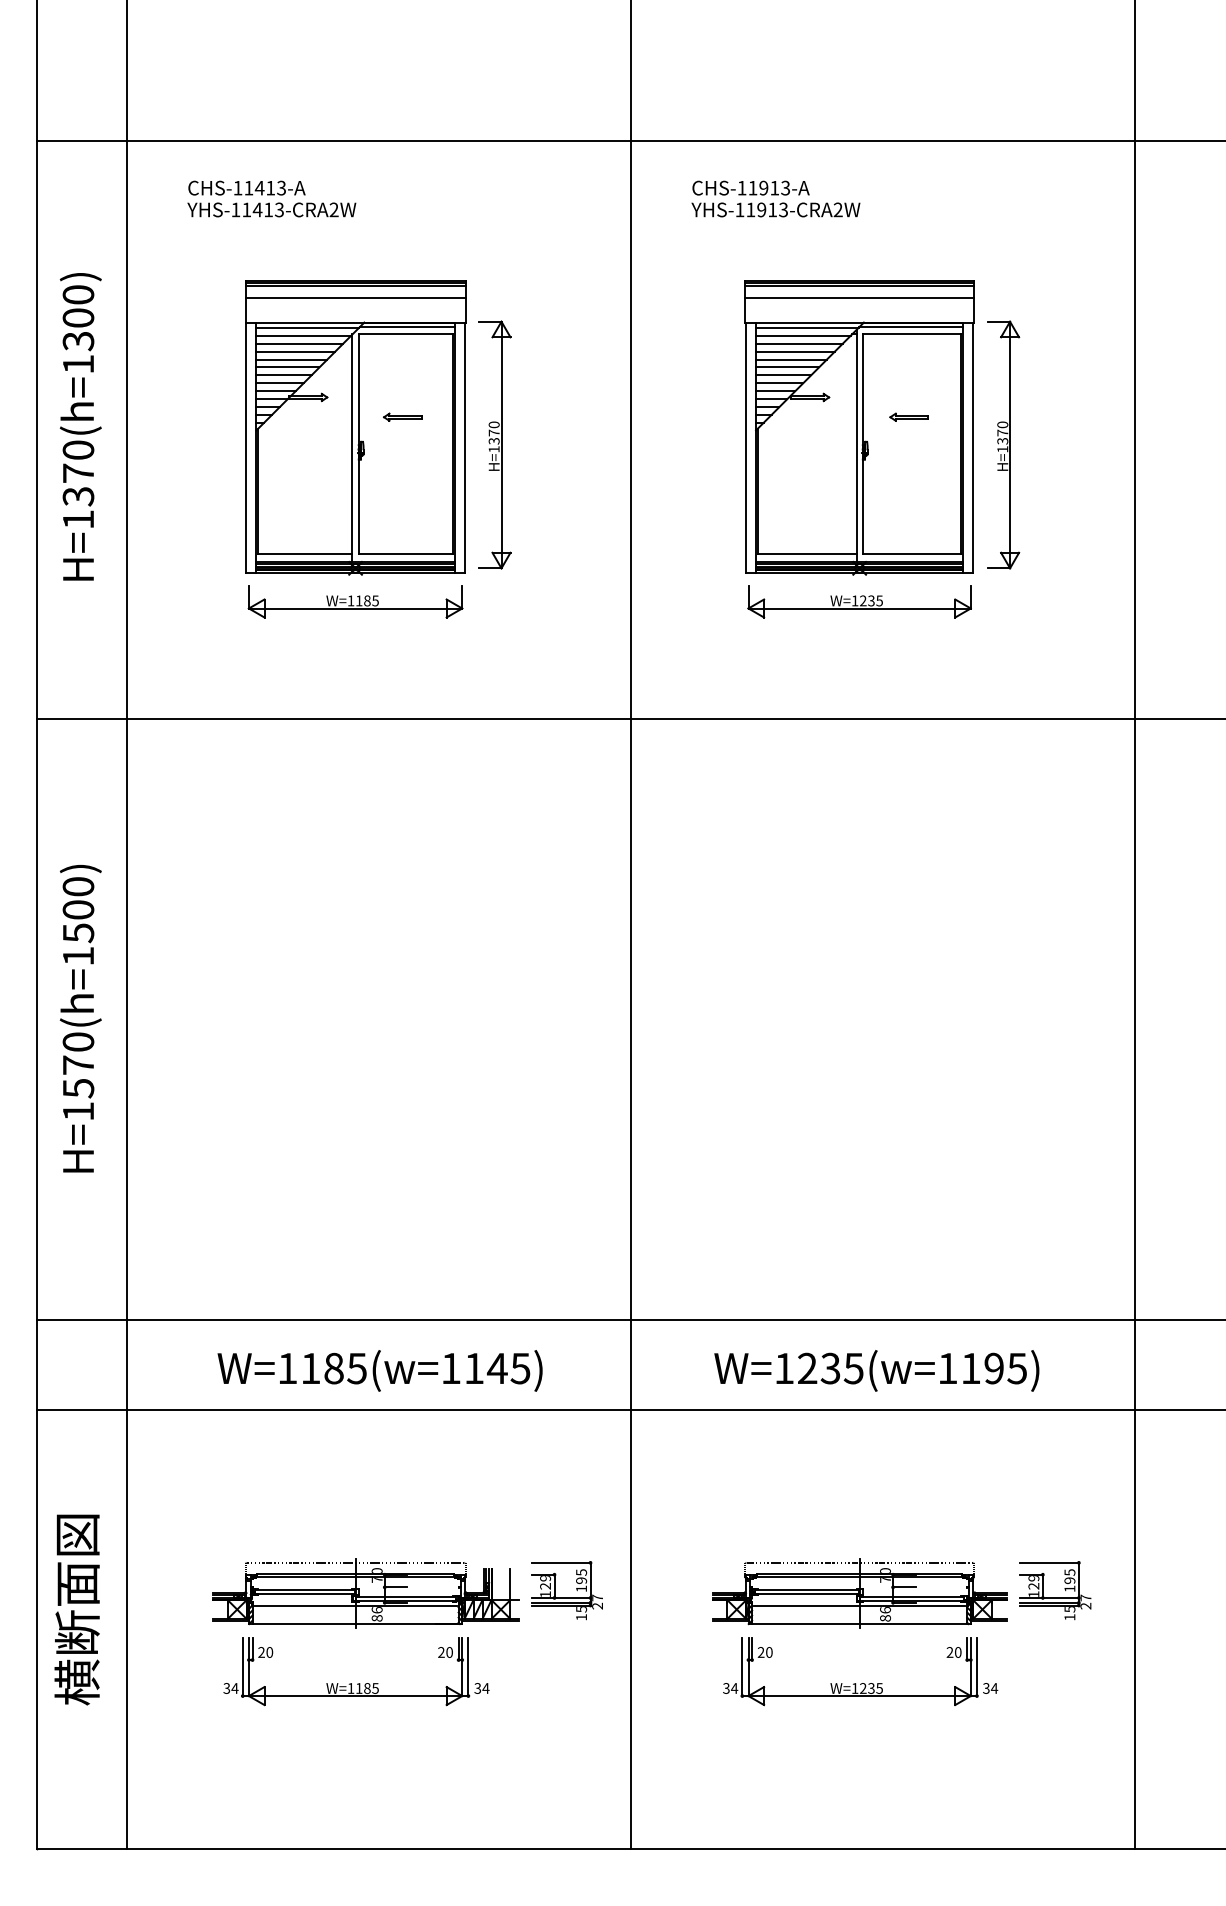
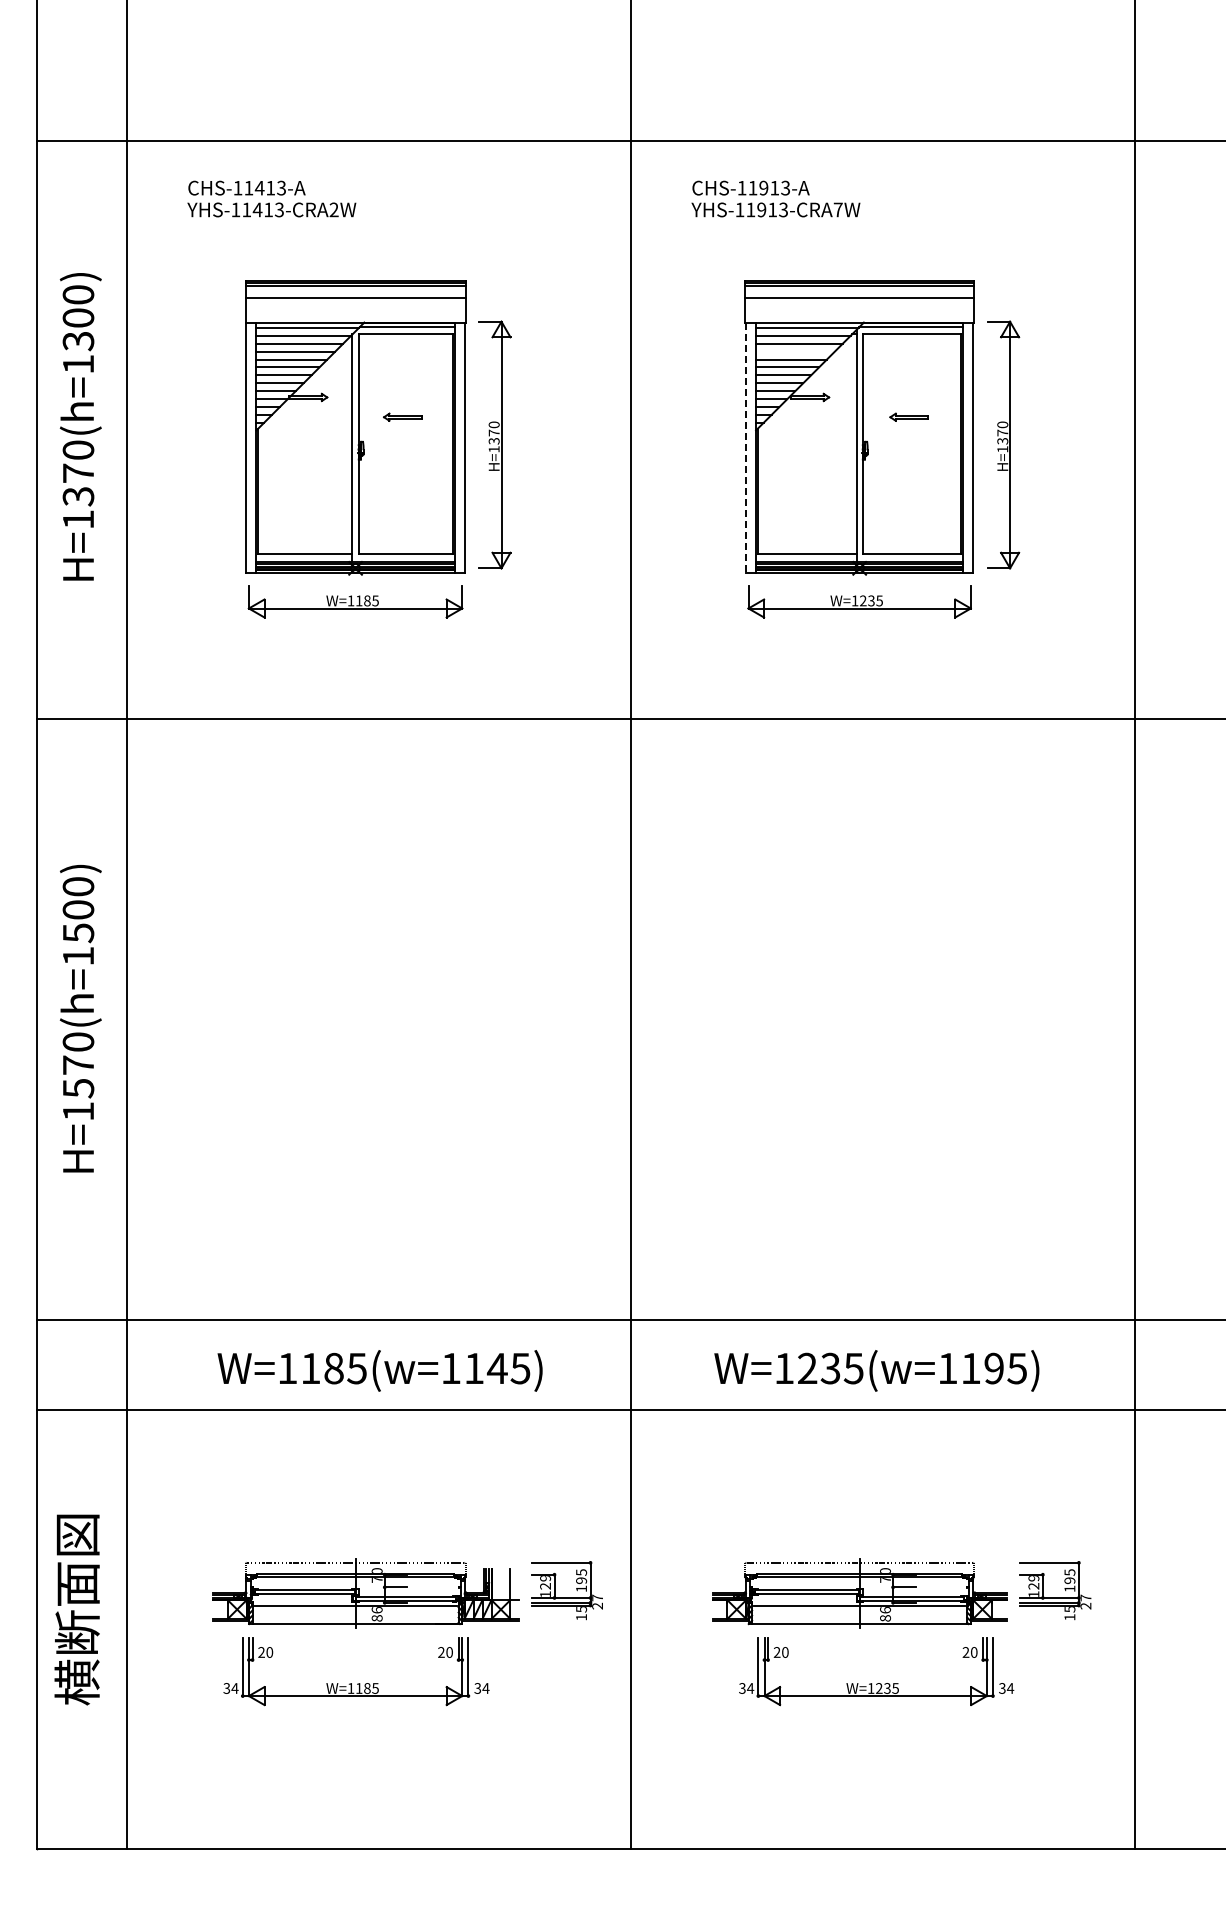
text at (837, 209): YHS-11913-CRA2W -> YHS-11913-CRA7W
line at (795, 351): present -> none
line at (745, 447): solid -> dashed
part at (860, 1683) position: (860, 1683) -> (876, 1683)
